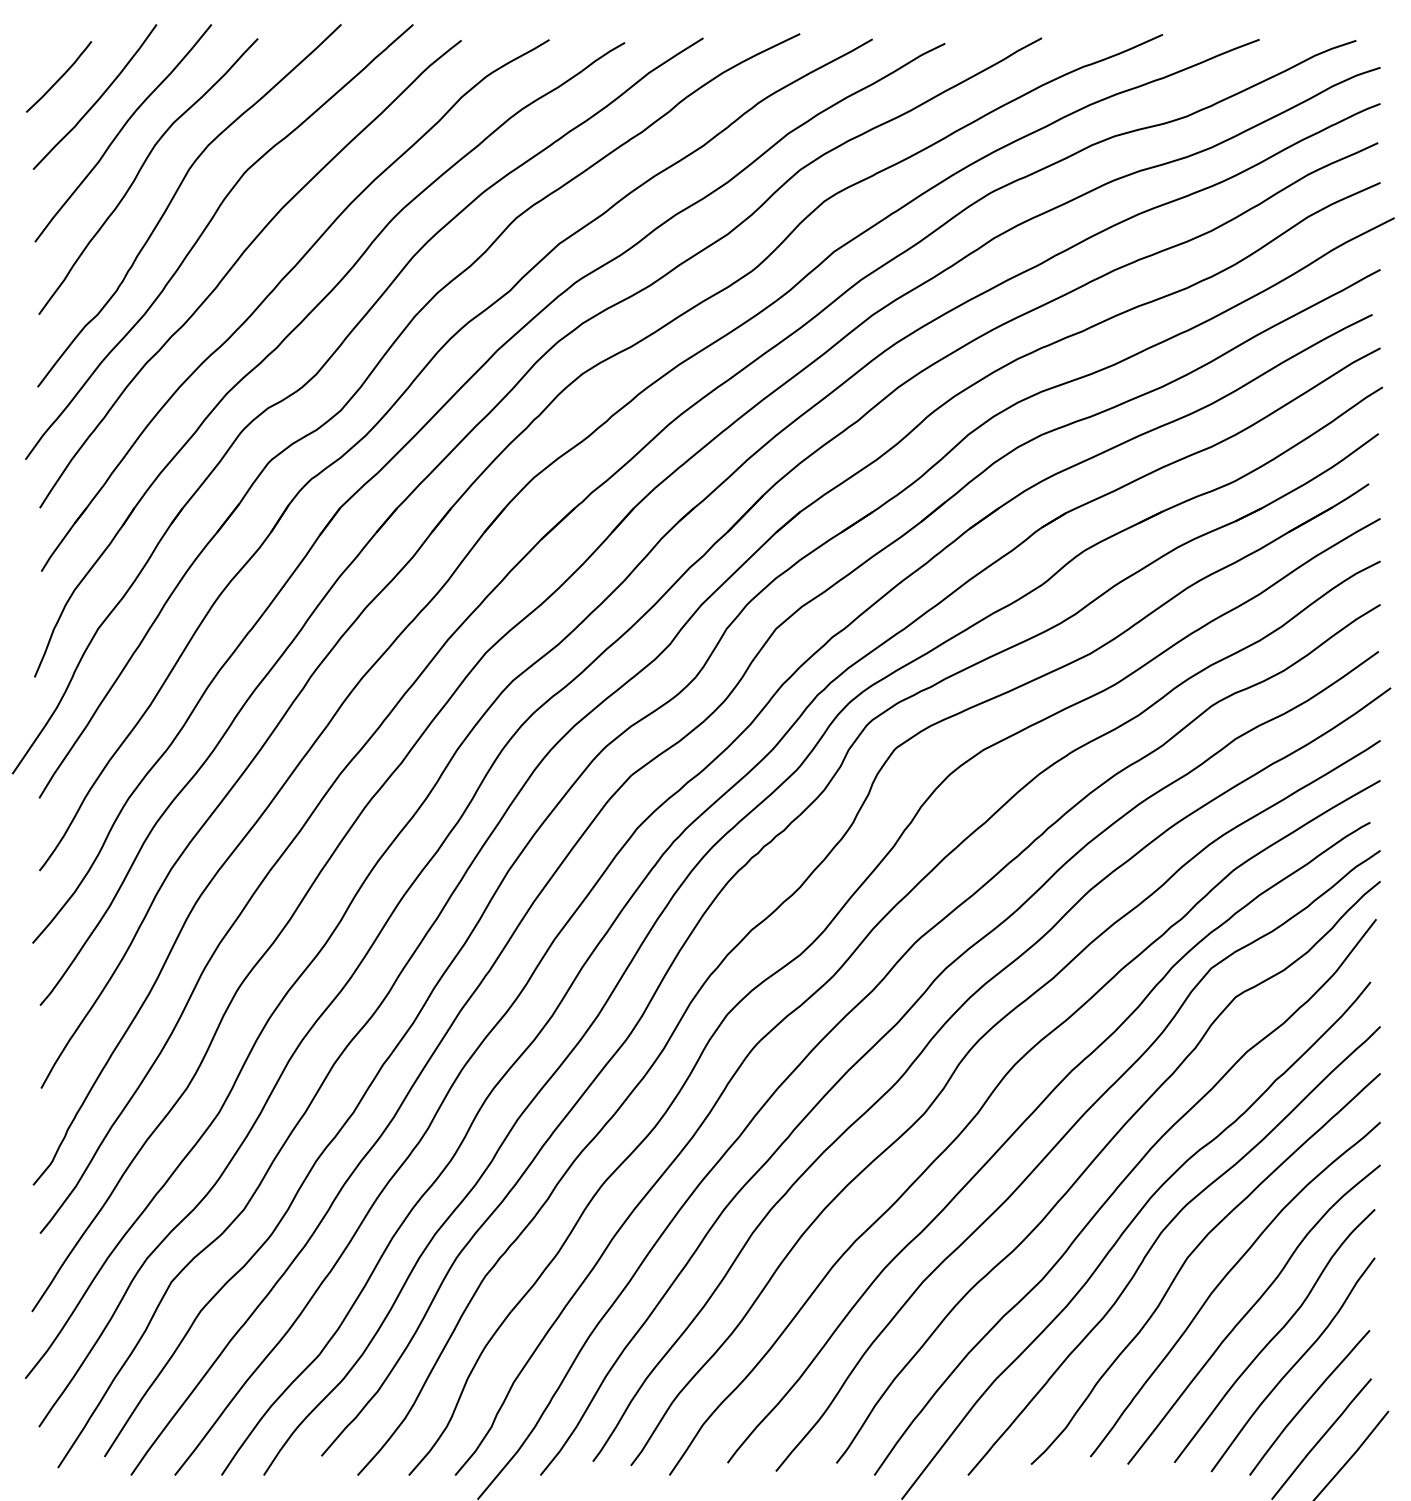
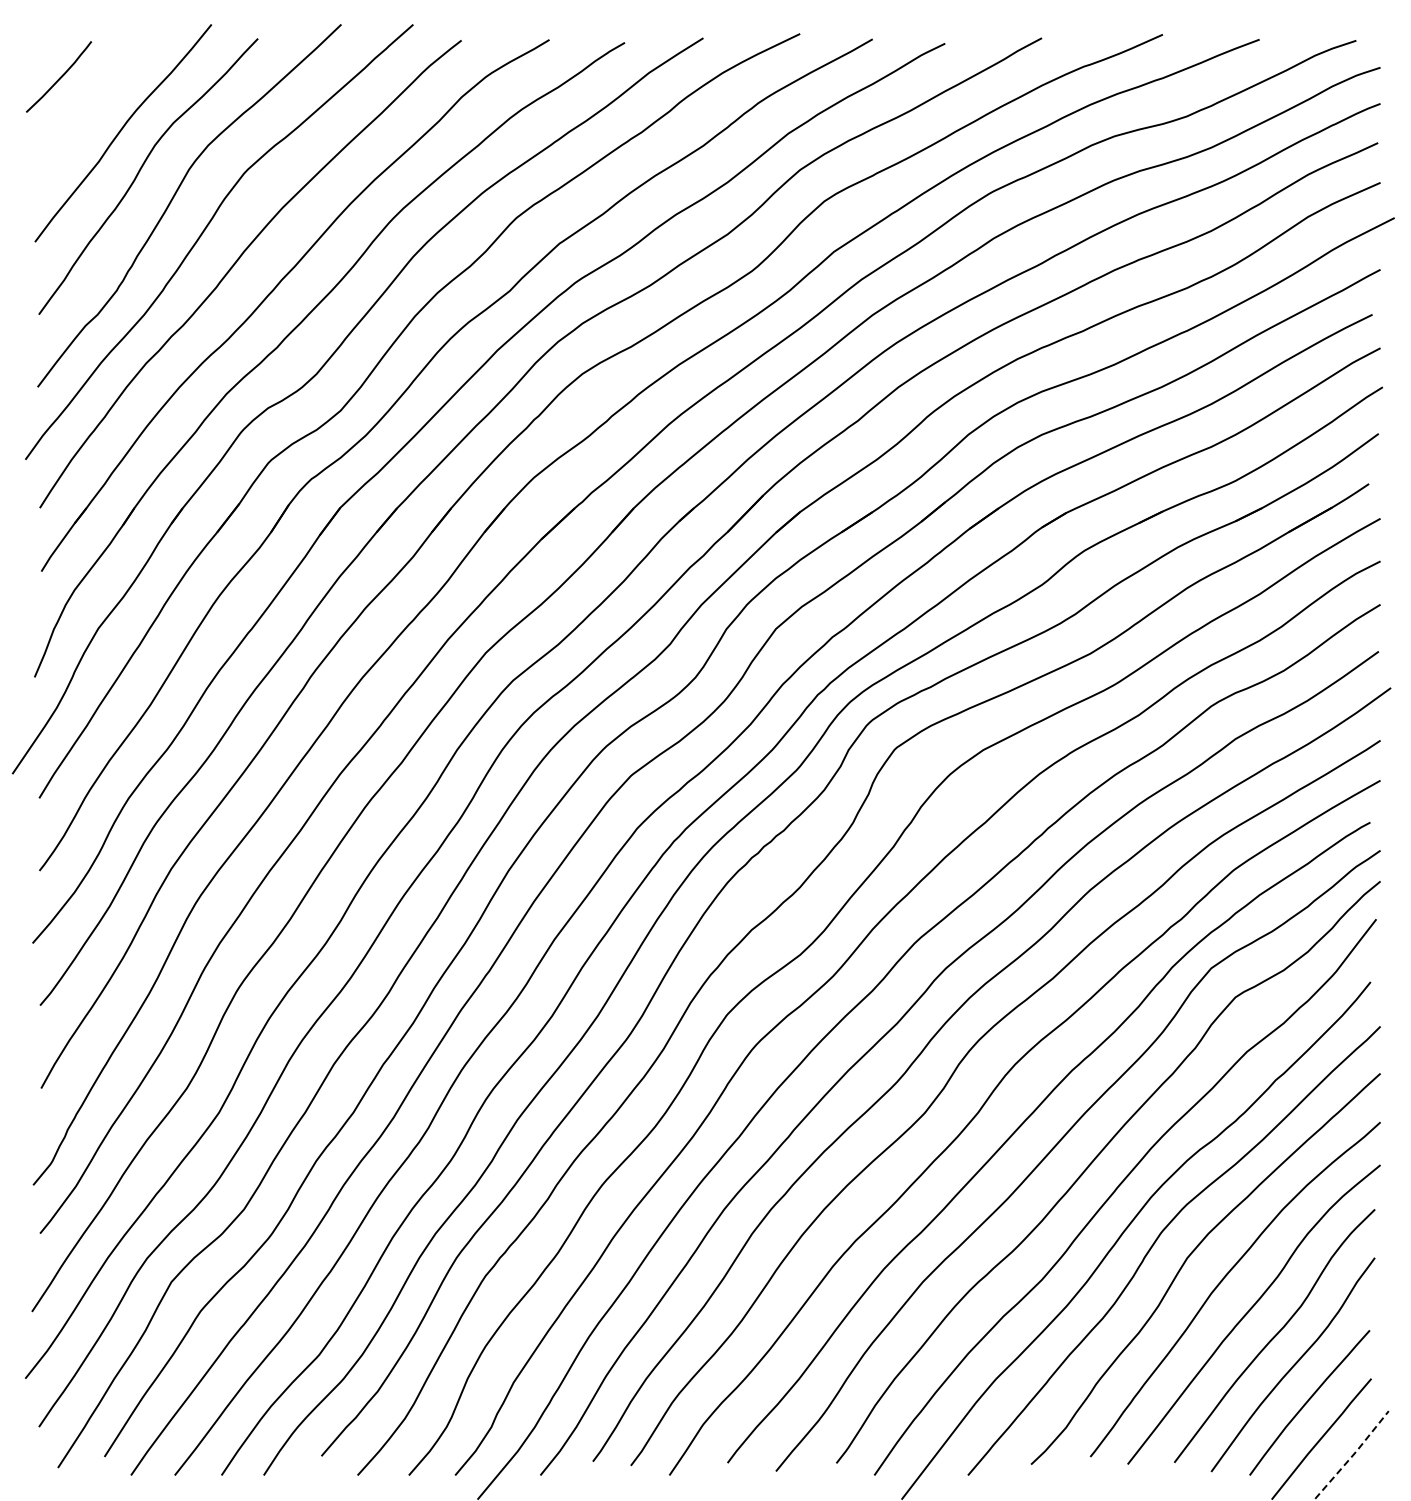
curve at (97, 99): present -> none
line at (1352, 1455): solid -> dashed
